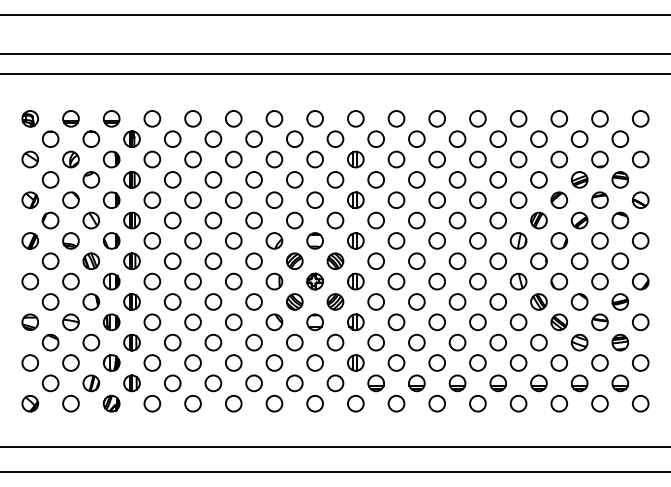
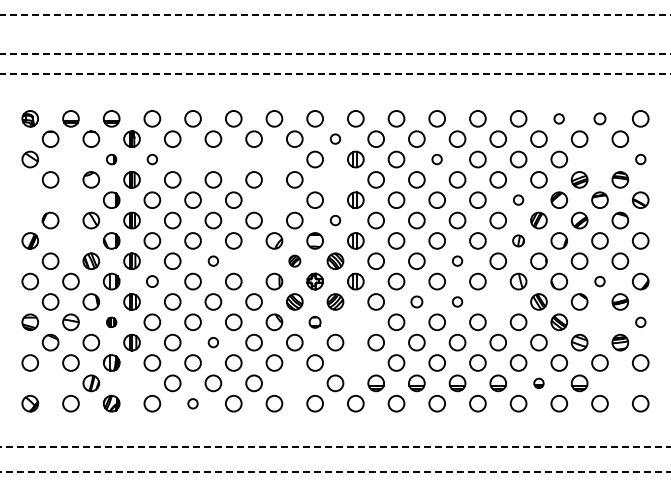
line at (335, 14): solid -> dashed
line at (334, 54): solid -> dashed
line at (334, 74): solid -> dashed
circle at (558, 118) size: 18x18 px -> 12x12 px
circle at (599, 118) size: 18x18 px -> 14x14 px
circle at (335, 138) size: 19x18 px -> 13x12 px
part at (70, 159): present -> none
part at (111, 159) size: 19x19 px -> 12x13 px
circle at (152, 159) size: 19x19 px -> 12x13 px
circle at (192, 159): present -> none
circle at (233, 159): present -> none
circle at (274, 159): present -> none
circle at (436, 159) size: 18x19 px -> 12x13 px
part at (599, 159): present -> none
circle at (640, 159) size: 18x19 px -> 12x13 px
circle at (335, 179): present -> none
circle at (70, 199): present -> none
circle at (274, 199): present -> none
circle at (518, 199) size: 19x18 px -> 12x12 px
part at (29, 200): present -> none
circle at (335, 220) size: 19x19 px -> 13x13 px
part at (70, 240): present -> none
part at (518, 240) size: 19x18 px -> 13x14 px
circle at (213, 260) size: 19x18 px -> 12x12 px
circle at (253, 260): present -> none
part at (294, 260) size: 18x18 px -> 14x14 px
circle at (457, 260) size: 19x18 px -> 12x12 px
circle at (152, 281) size: 19x19 px -> 13x13 px
circle at (599, 281) size: 18x19 px -> 12x12 px
circle at (416, 301) size: 18x18 px -> 14x14 px
circle at (457, 301) size: 19x18 px -> 12x12 px
circle at (497, 301): present -> none
part at (111, 322) size: 19x19 px -> 12x12 px
part at (314, 322) size: 18x19 px -> 14x13 px
part at (355, 322): present -> none
part at (599, 322): present -> none
circle at (640, 322) size: 18x19 px -> 12x12 px
circle at (213, 342) size: 19x19 px -> 12x12 px
part at (355, 362): present -> none
circle at (50, 383): present -> none
part at (131, 383): present -> none
circle at (294, 383): present -> none
part at (538, 383) size: 18x19 px -> 12x12 px
part at (620, 383): present -> none
circle at (192, 403) size: 18x18 px -> 12x12 px
line at (336, 446): solid -> dashed
line at (336, 472): solid -> dashed
